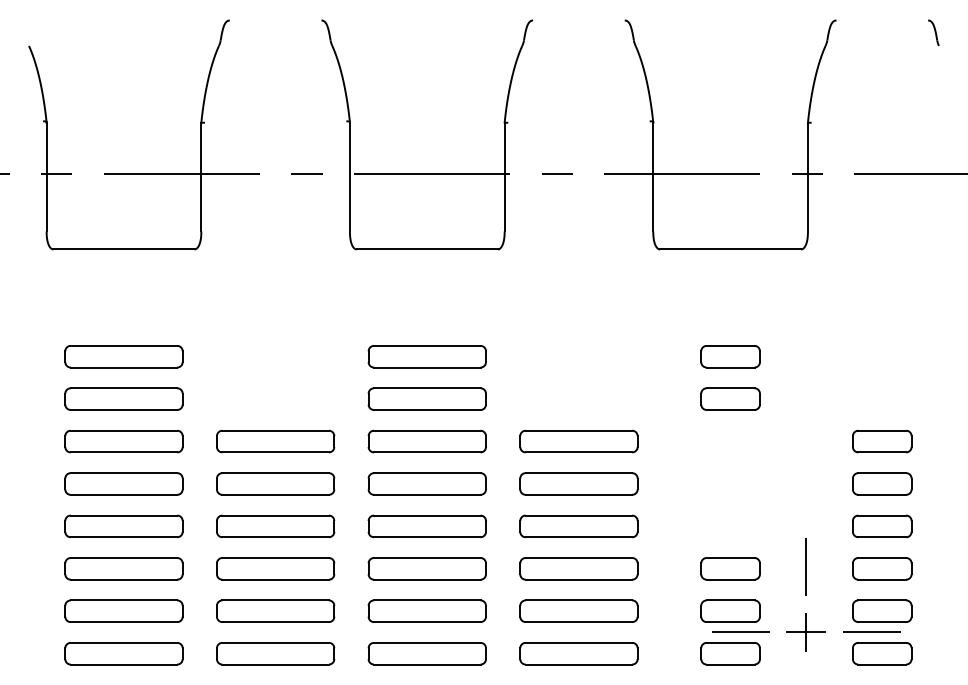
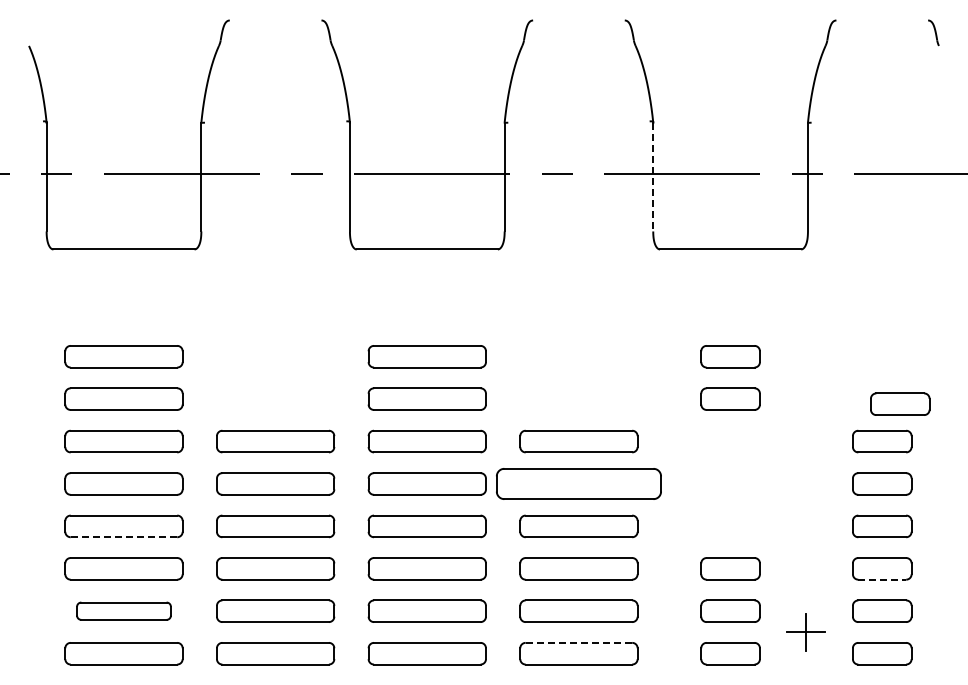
line at (653, 177): solid -> dashed
part at (900, 403): none -> present
part at (578, 483) size: 120x24 px -> 166x32 px
line at (124, 537): solid -> dashed
line at (806, 566): present -> none
line at (882, 579): solid -> dashed
part at (123, 610) size: 120x24 px -> 96x20 px
line at (740, 632): present -> none
line at (871, 632): present -> none
line at (578, 642): solid -> dashed
